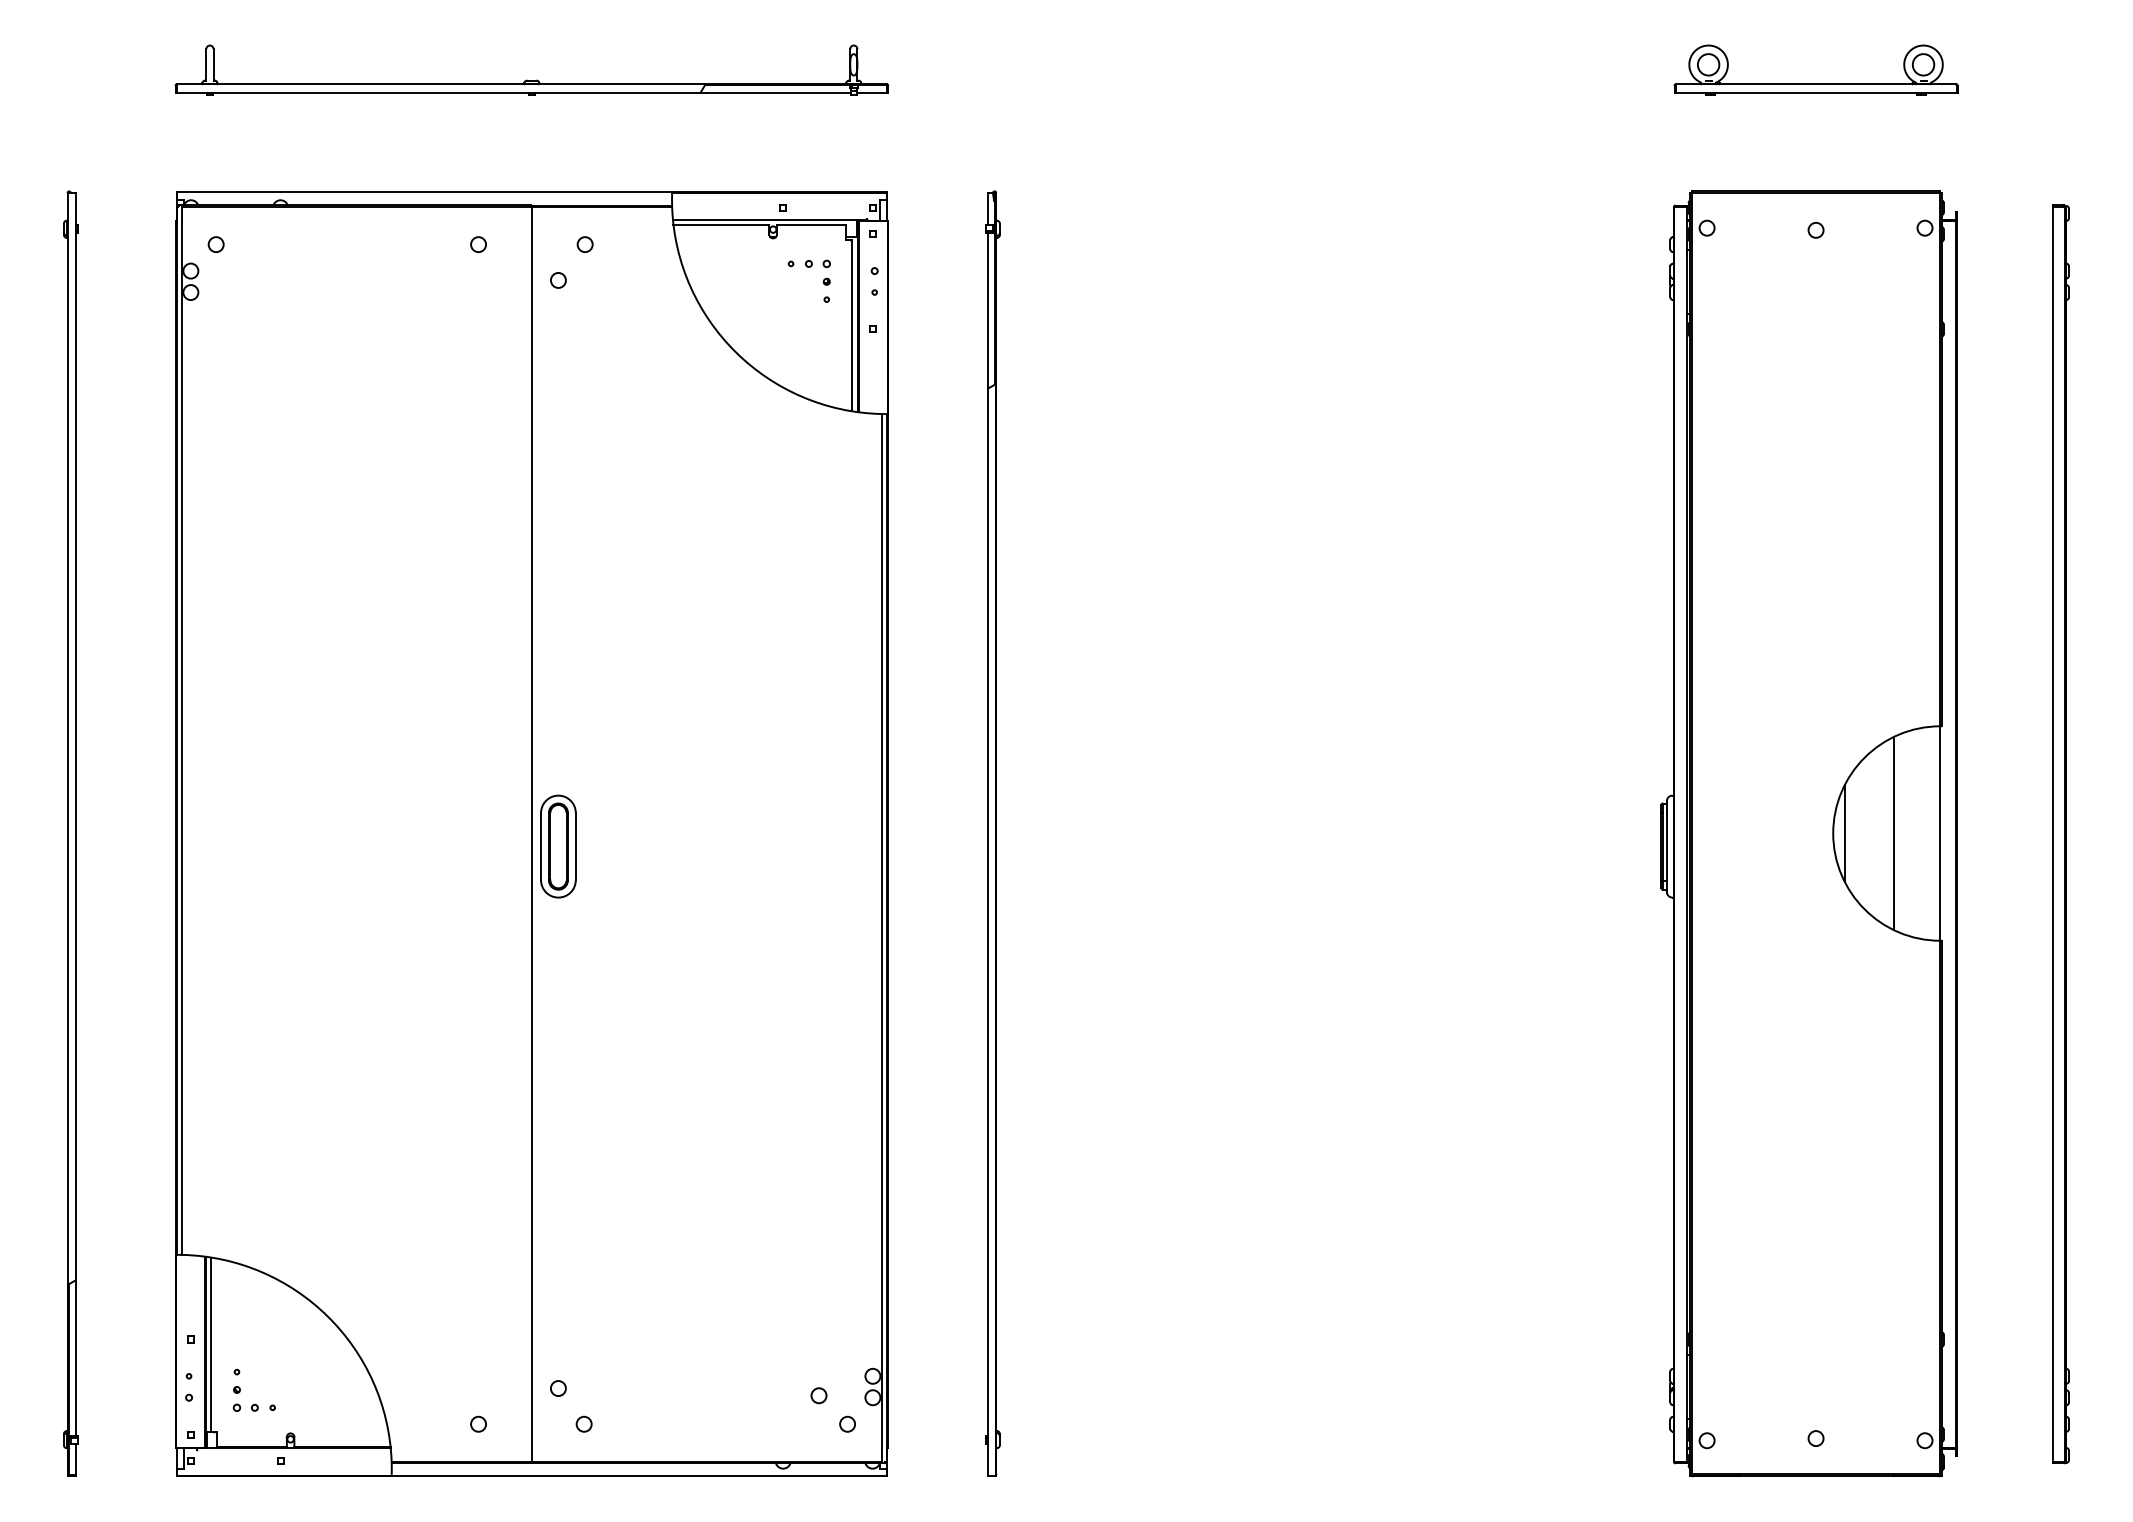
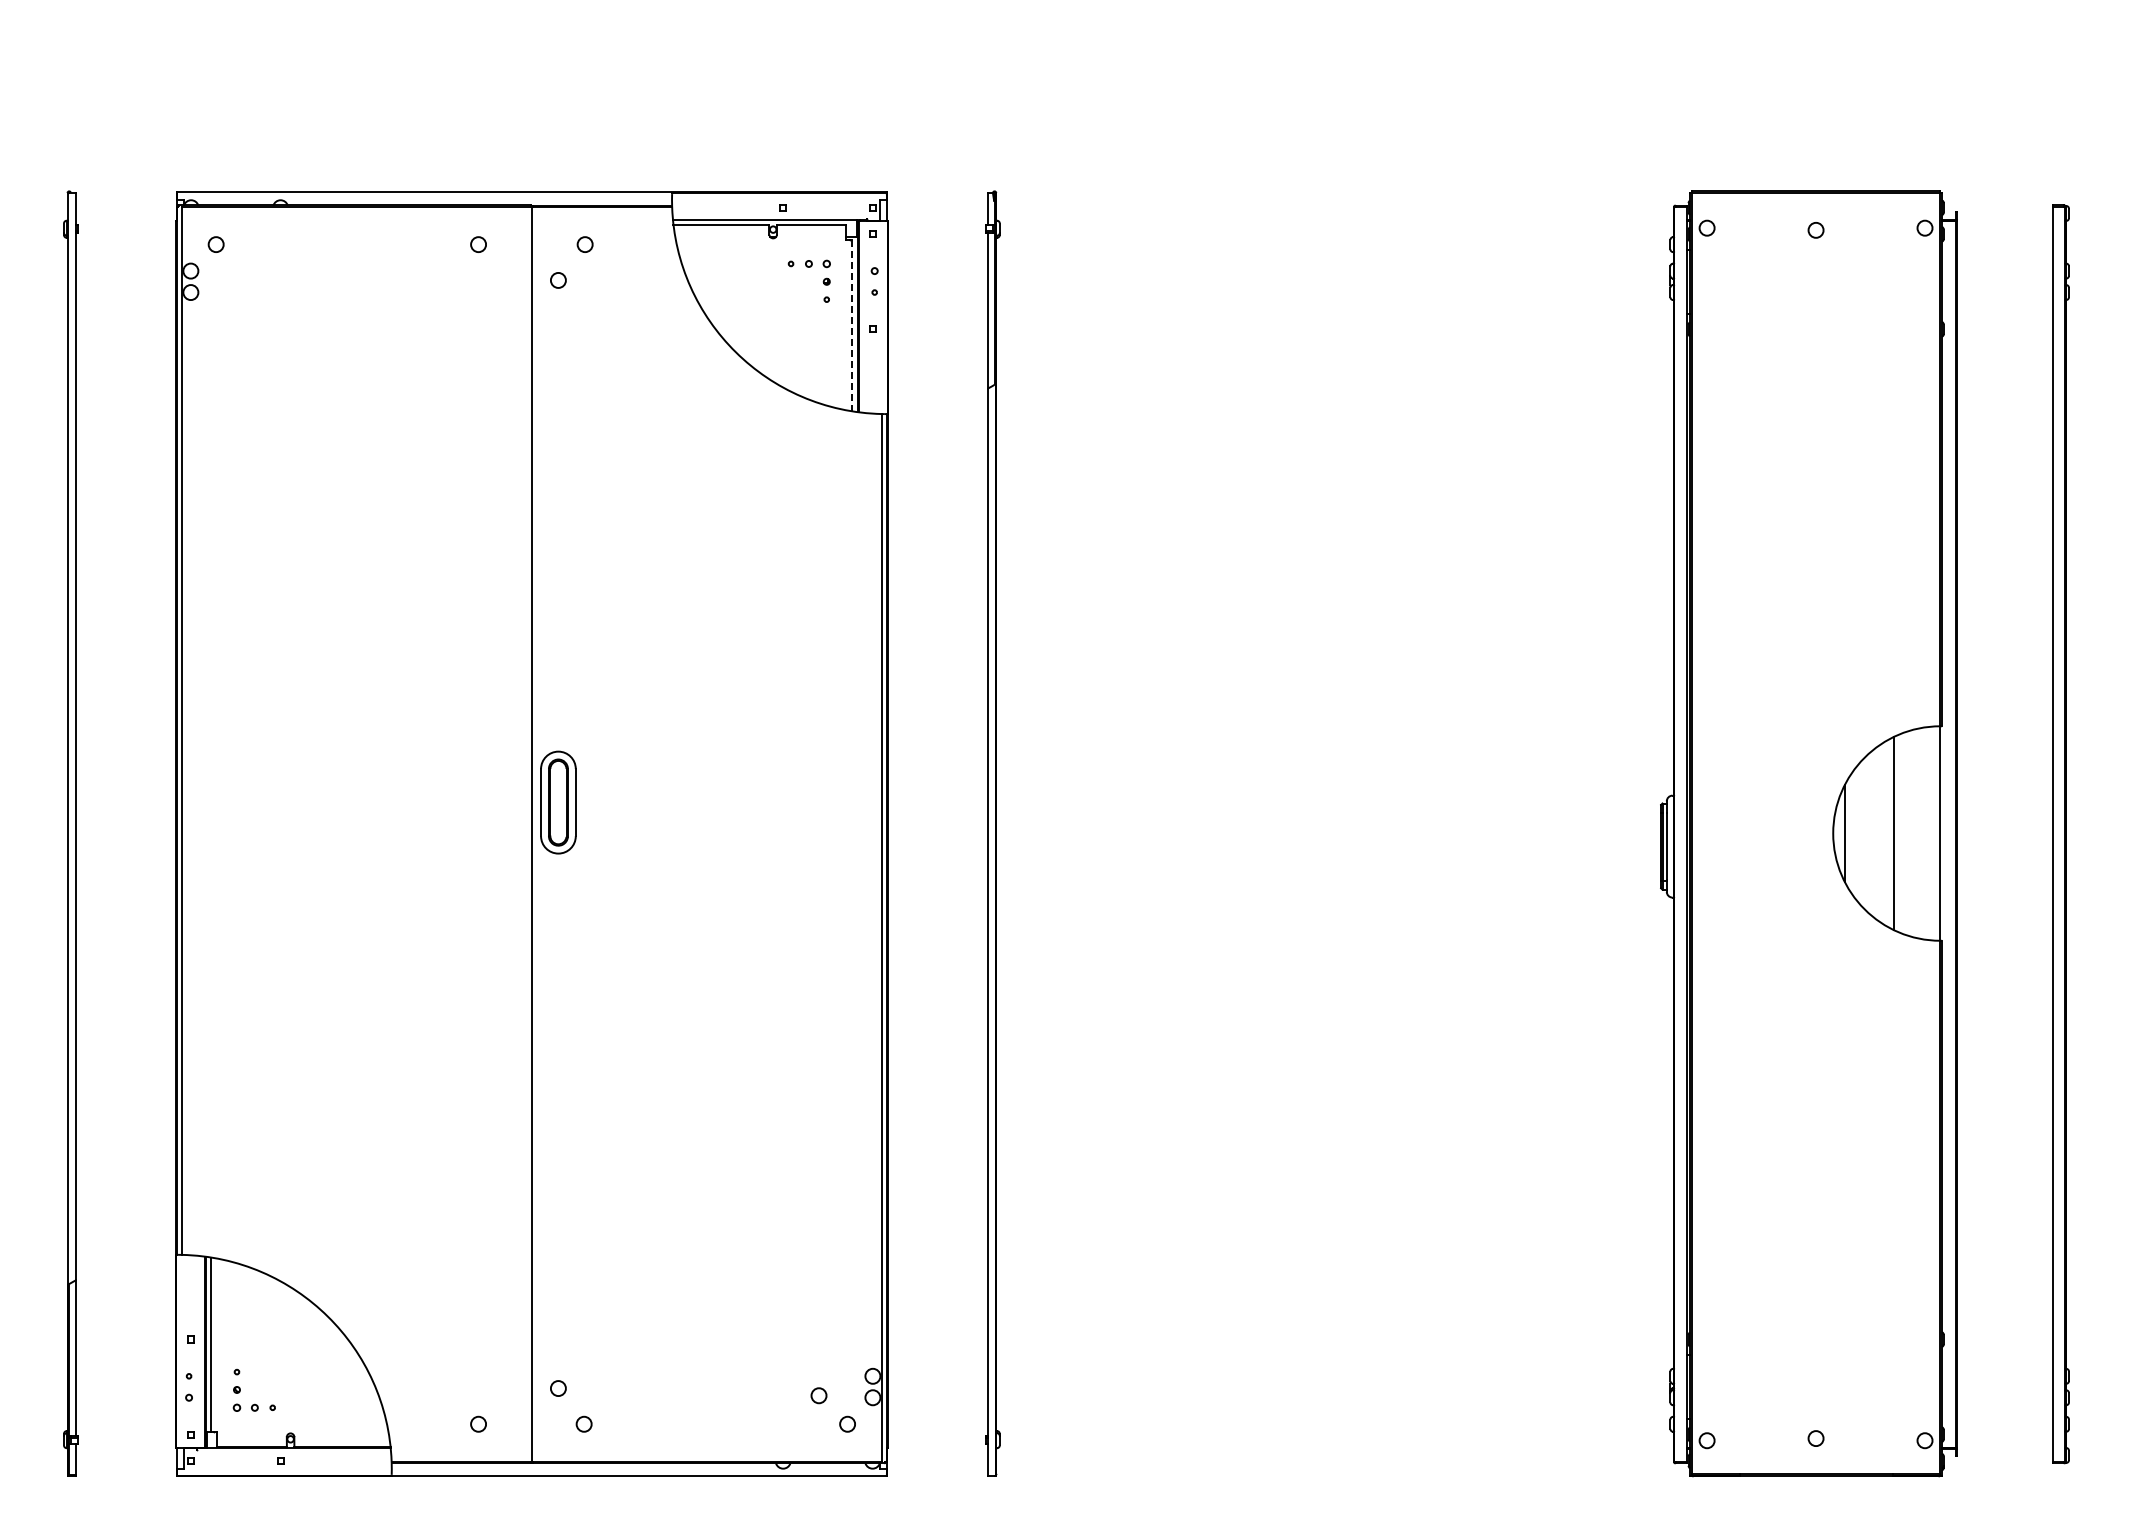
part at (531, 80): present -> none
part at (1815, 83): present -> none
line at (852, 325): solid -> dashed
part at (558, 846) position: (558, 846) -> (558, 802)
